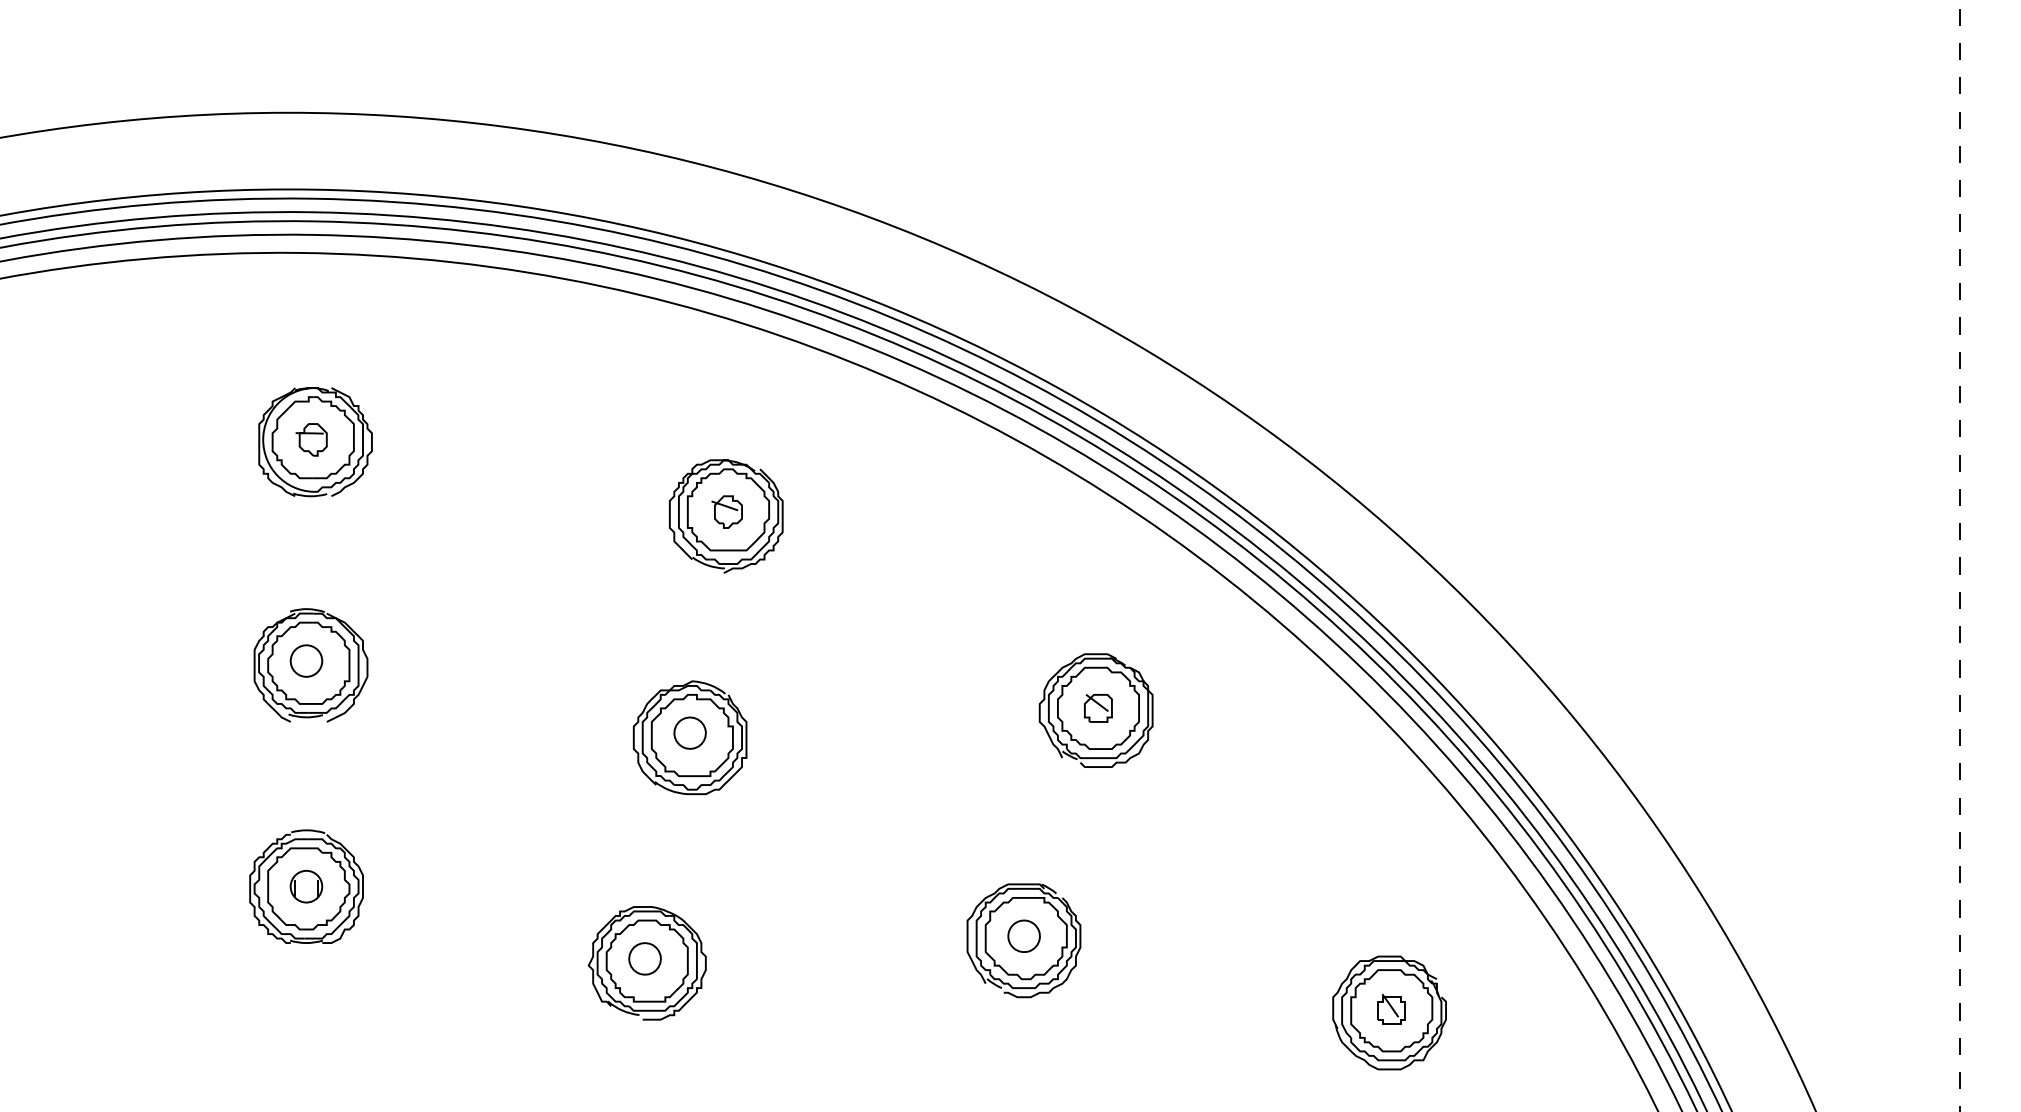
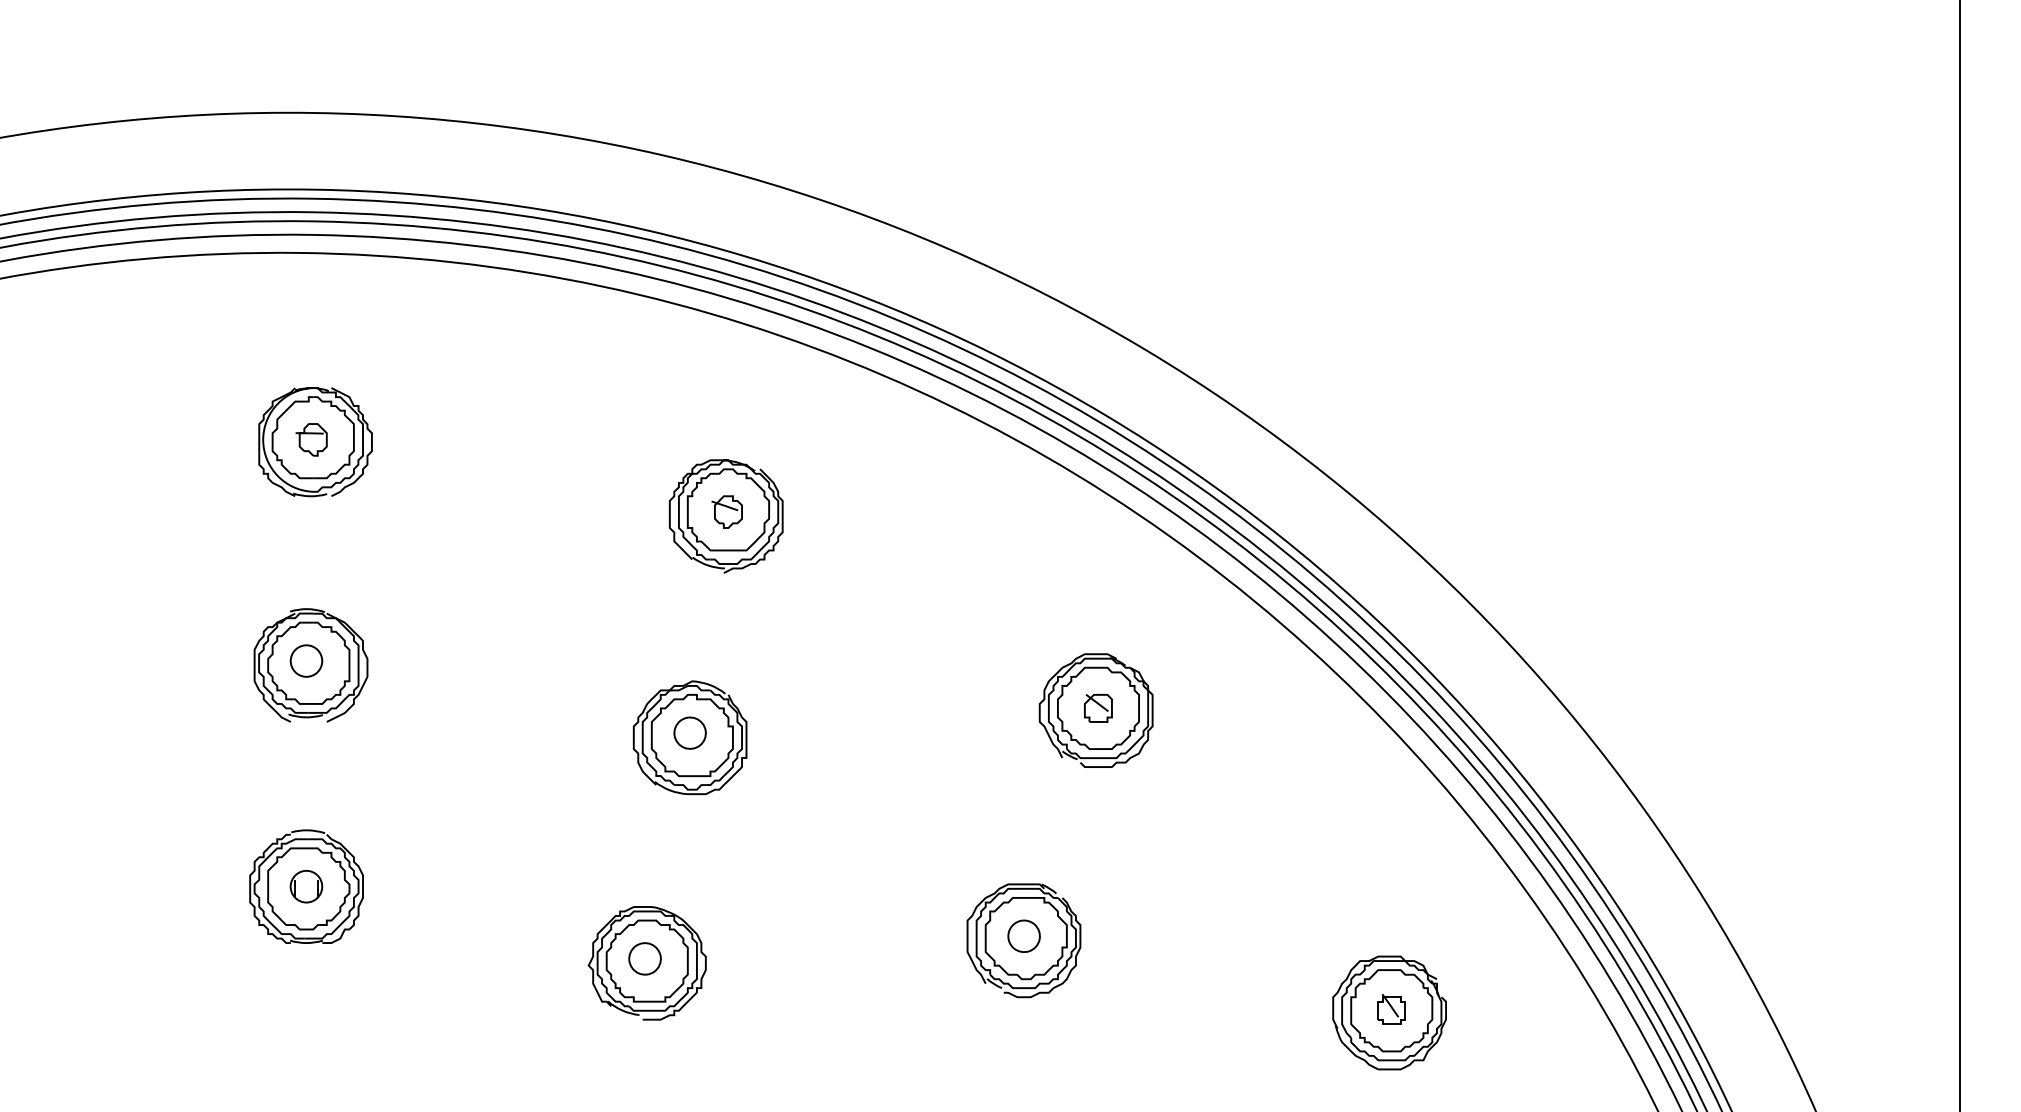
line at (1960, 555): dashed -> solid
